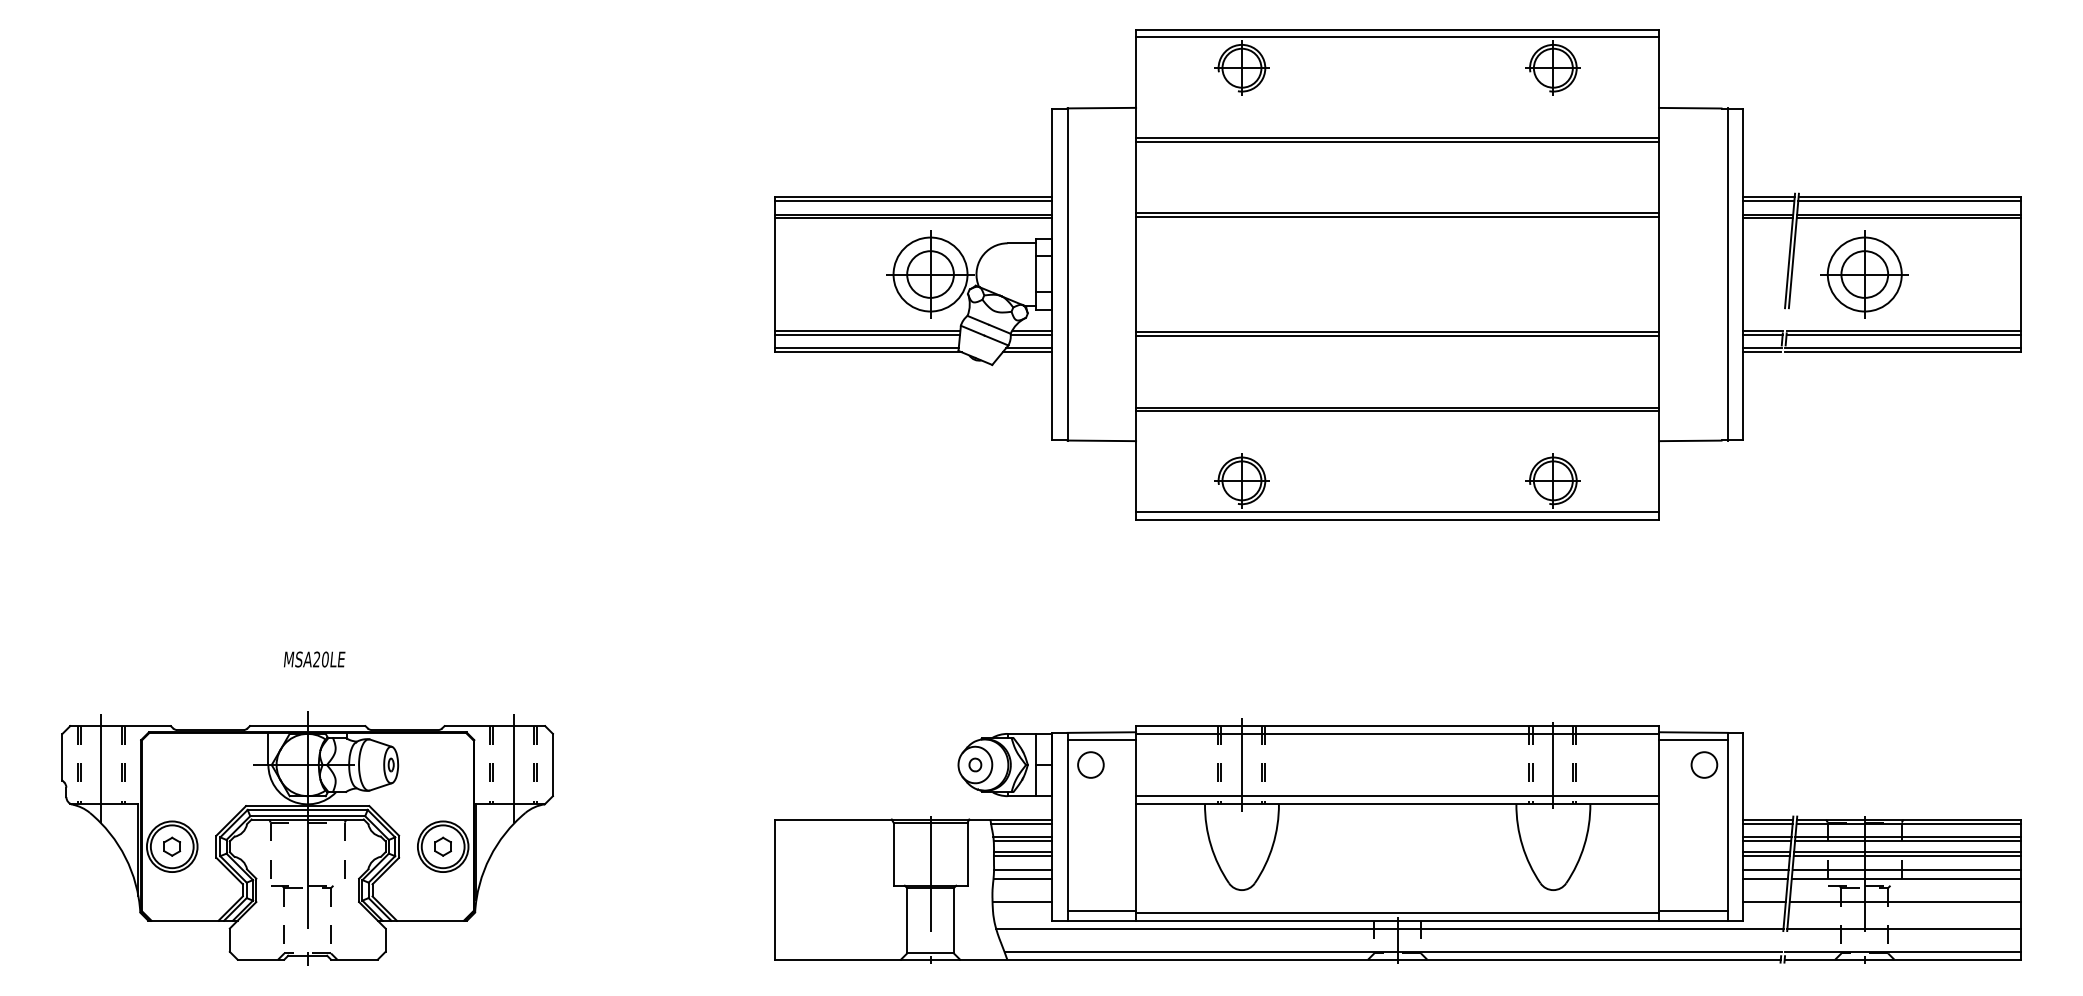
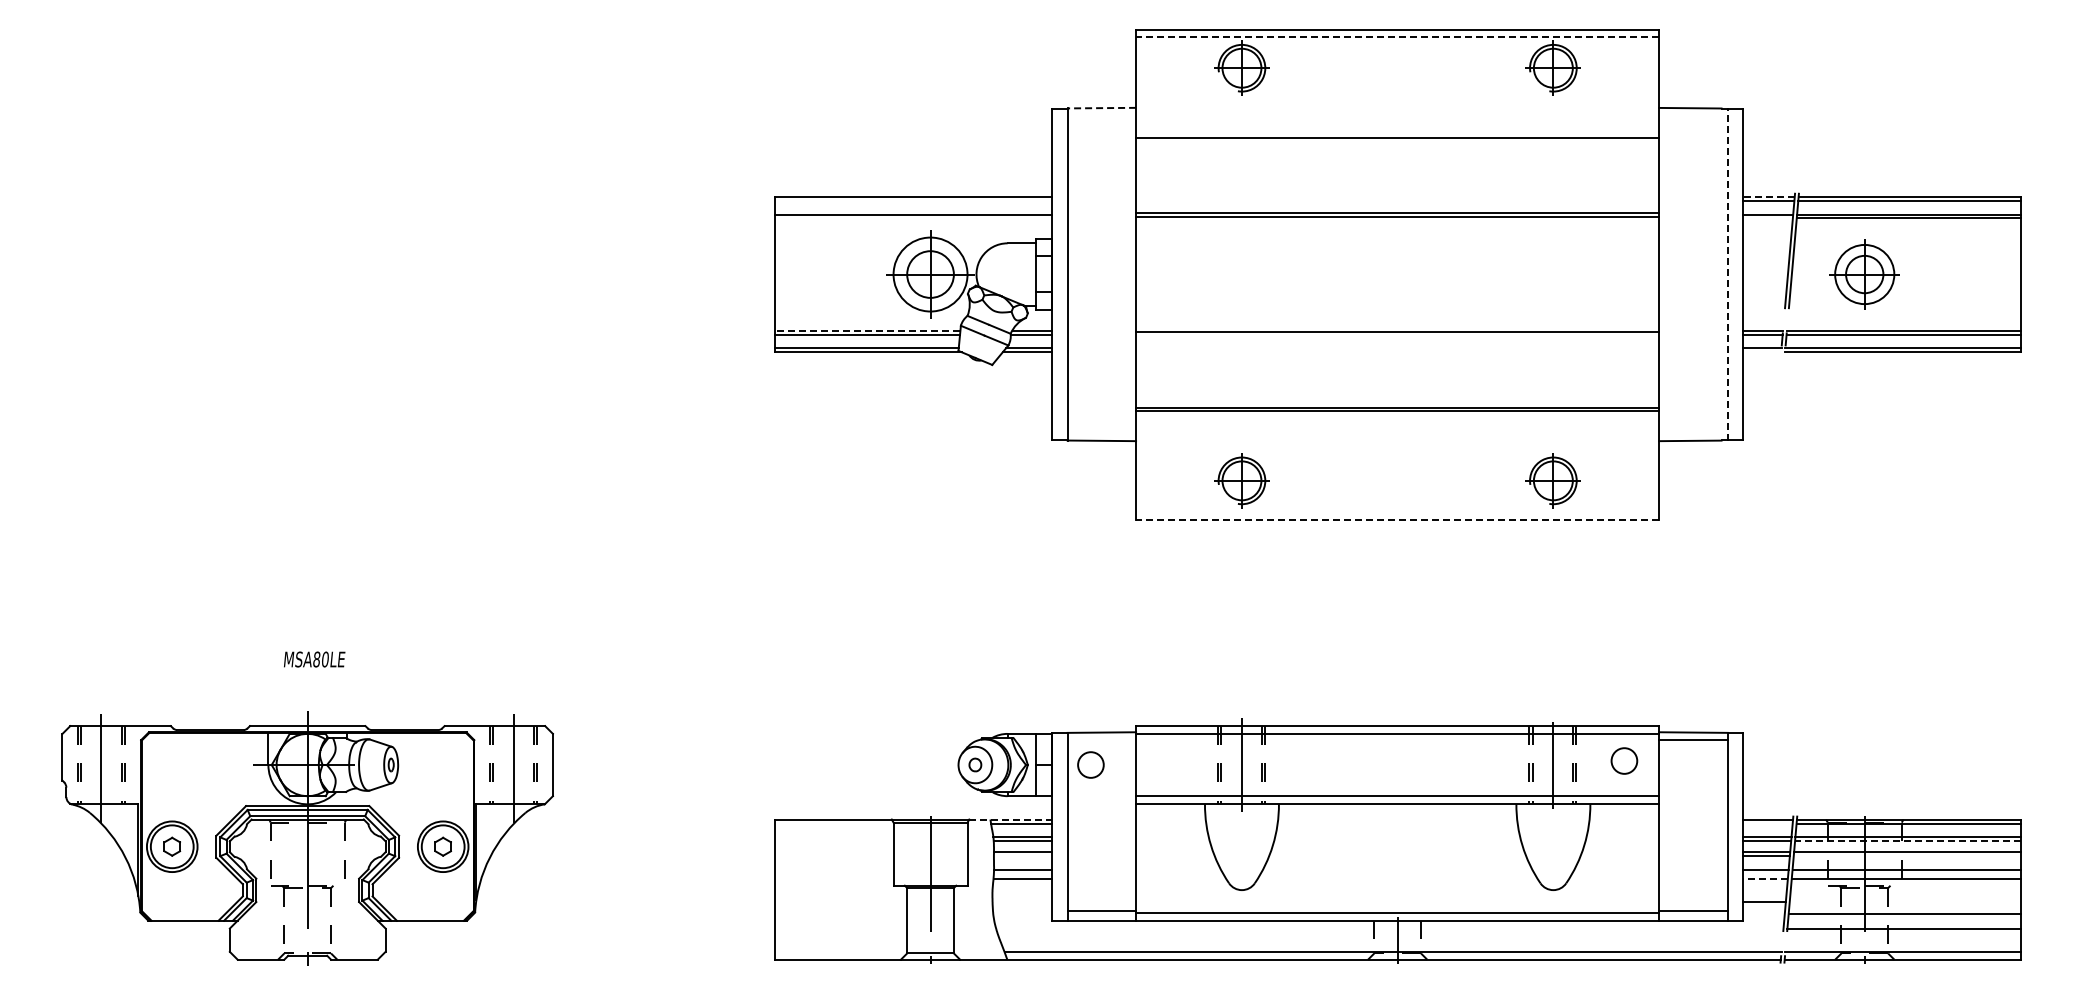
line at (1397, 37): solid -> dashed
line at (1101, 108): solid -> dashed
line at (1397, 141): present -> none
line at (1769, 196): solid -> dashed
line at (913, 200): present -> none
line at (913, 218): present -> none
line at (1767, 218): present -> none
line at (1727, 274): solid -> dashed
part at (1864, 274) size: 89x89 px -> 71x71 px
line at (867, 330): solid -> dashed
line at (1397, 336): present -> none
line at (1762, 352): present -> none
line at (1397, 512): present -> none
line at (1397, 519): solid -> dashed
text at (316, 659): MSA20LE -> MSA80LE
line at (1101, 740): present -> none
circle at (1704, 764) position: (1704, 764) -> (1624, 760)
line at (1011, 819): solid -> dashed
line at (1767, 823): present -> none
line at (1907, 841): solid -> dashed
line at (1022, 856): present -> none
line at (1906, 856): present -> none
line at (1765, 878): solid -> dashed
line at (1022, 902): present -> none
line at (1904, 902) position: (1904, 902) -> (1904, 914)
line at (1389, 928): present -> none
